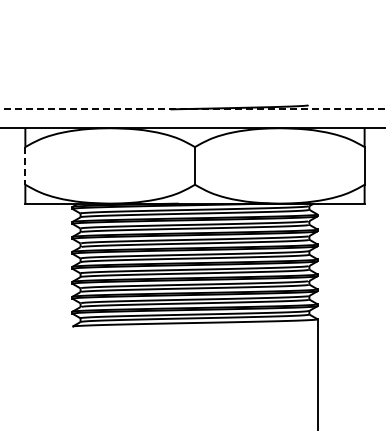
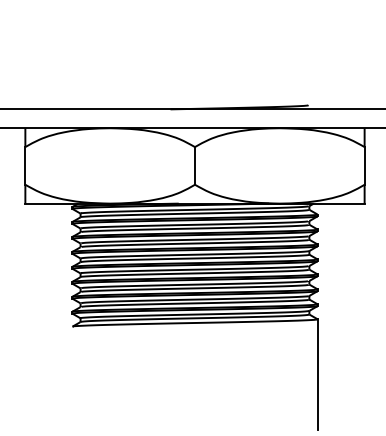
line at (192, 109): dashed -> solid
line at (25, 165): dashed -> solid
